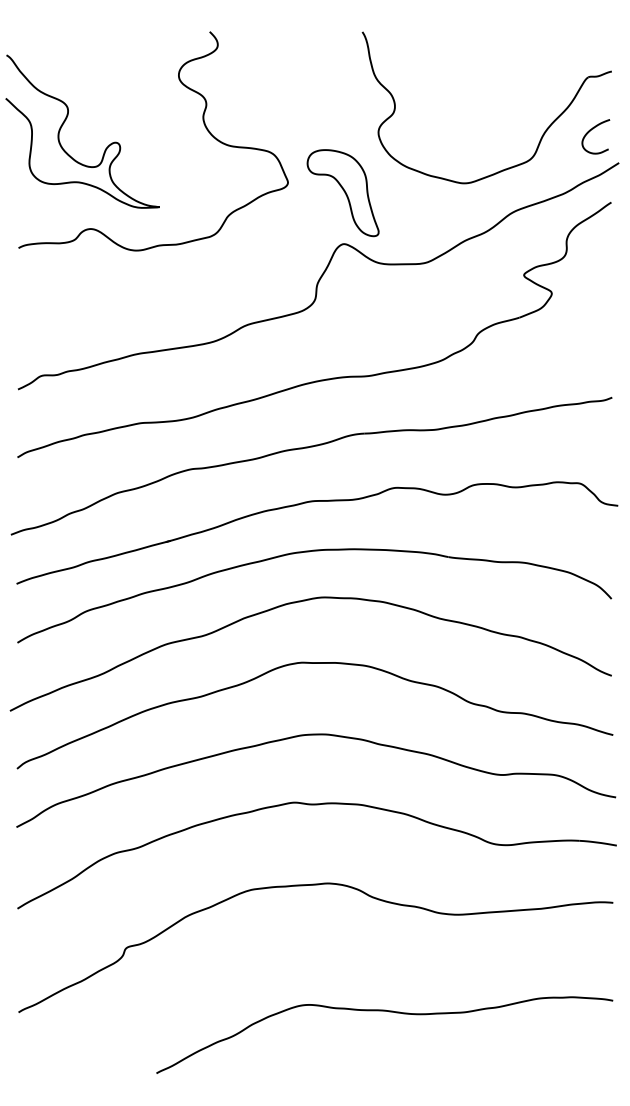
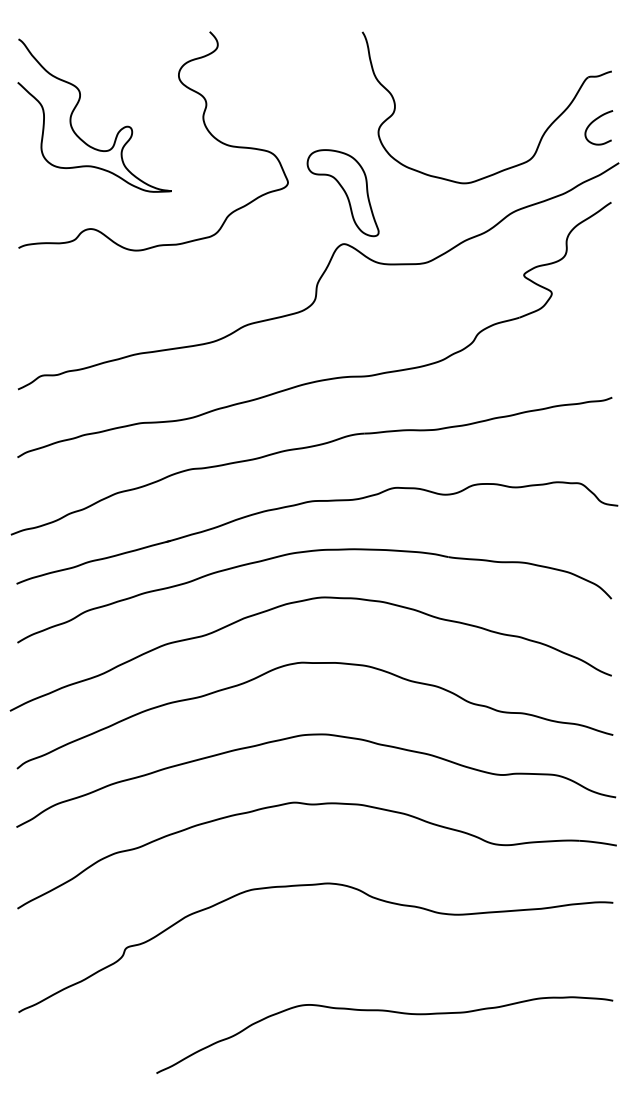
curve at (64, 123) position: (64, 123) -> (76, 107)
curve at (590, 131) position: (590, 131) -> (593, 122)
